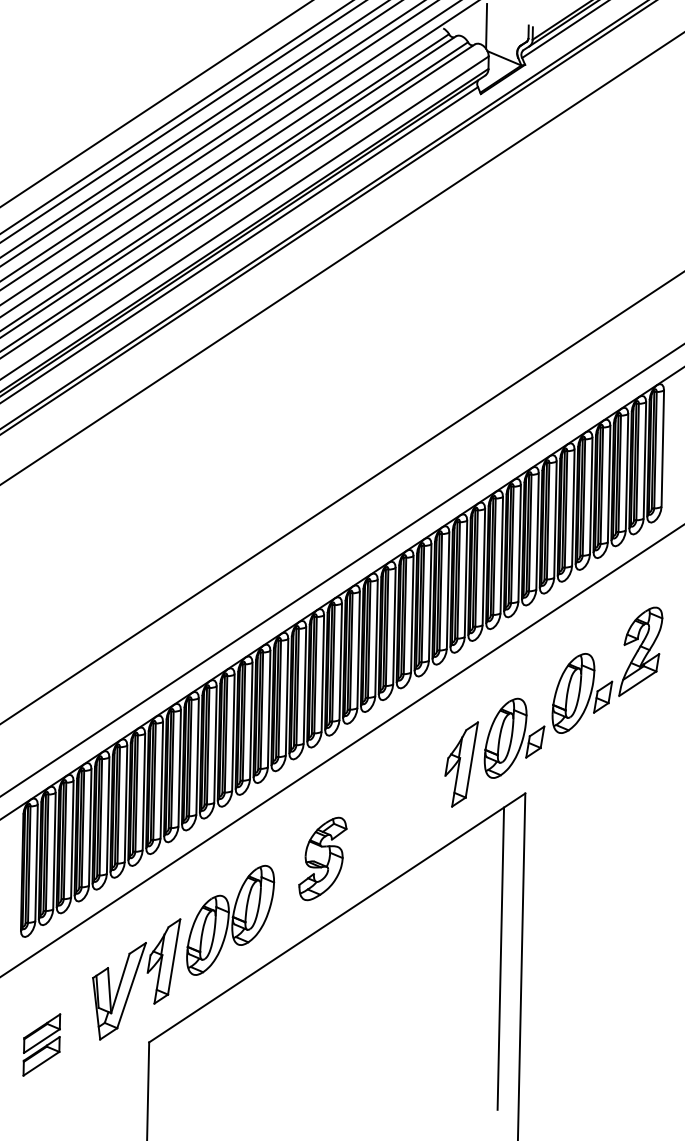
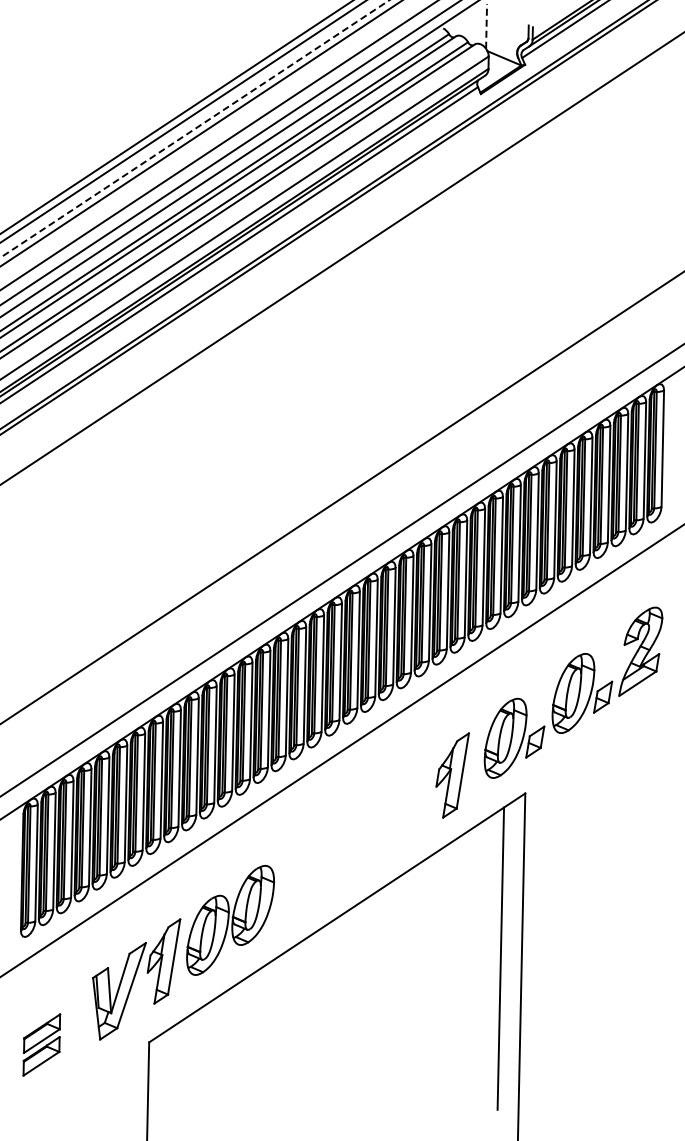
line at (486, 25): solid -> dashed
line at (156, 103): present -> none
line at (194, 128): solid -> dashed
line at (212, 141): present -> none
part at (461, 764) position: (461, 764) -> (452, 775)
part at (322, 858): present -> none
